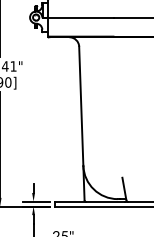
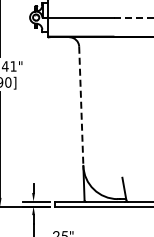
line at (134, 17): solid -> dashed
line at (81, 106): solid -> dashed
